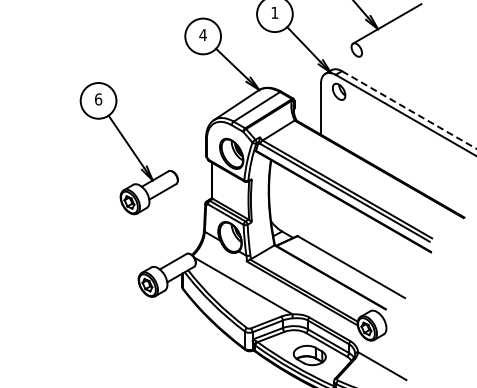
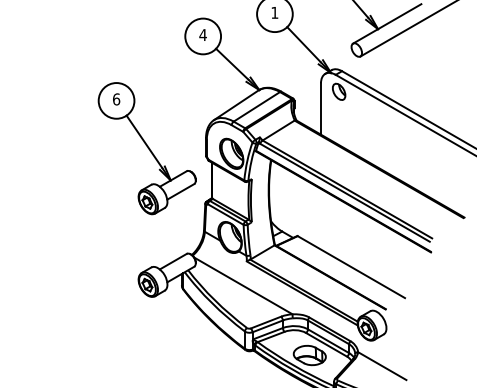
line at (407, 29): none -> present
line at (409, 110): dashed -> solid
part at (128, 148) position: (128, 148) -> (146, 148)
